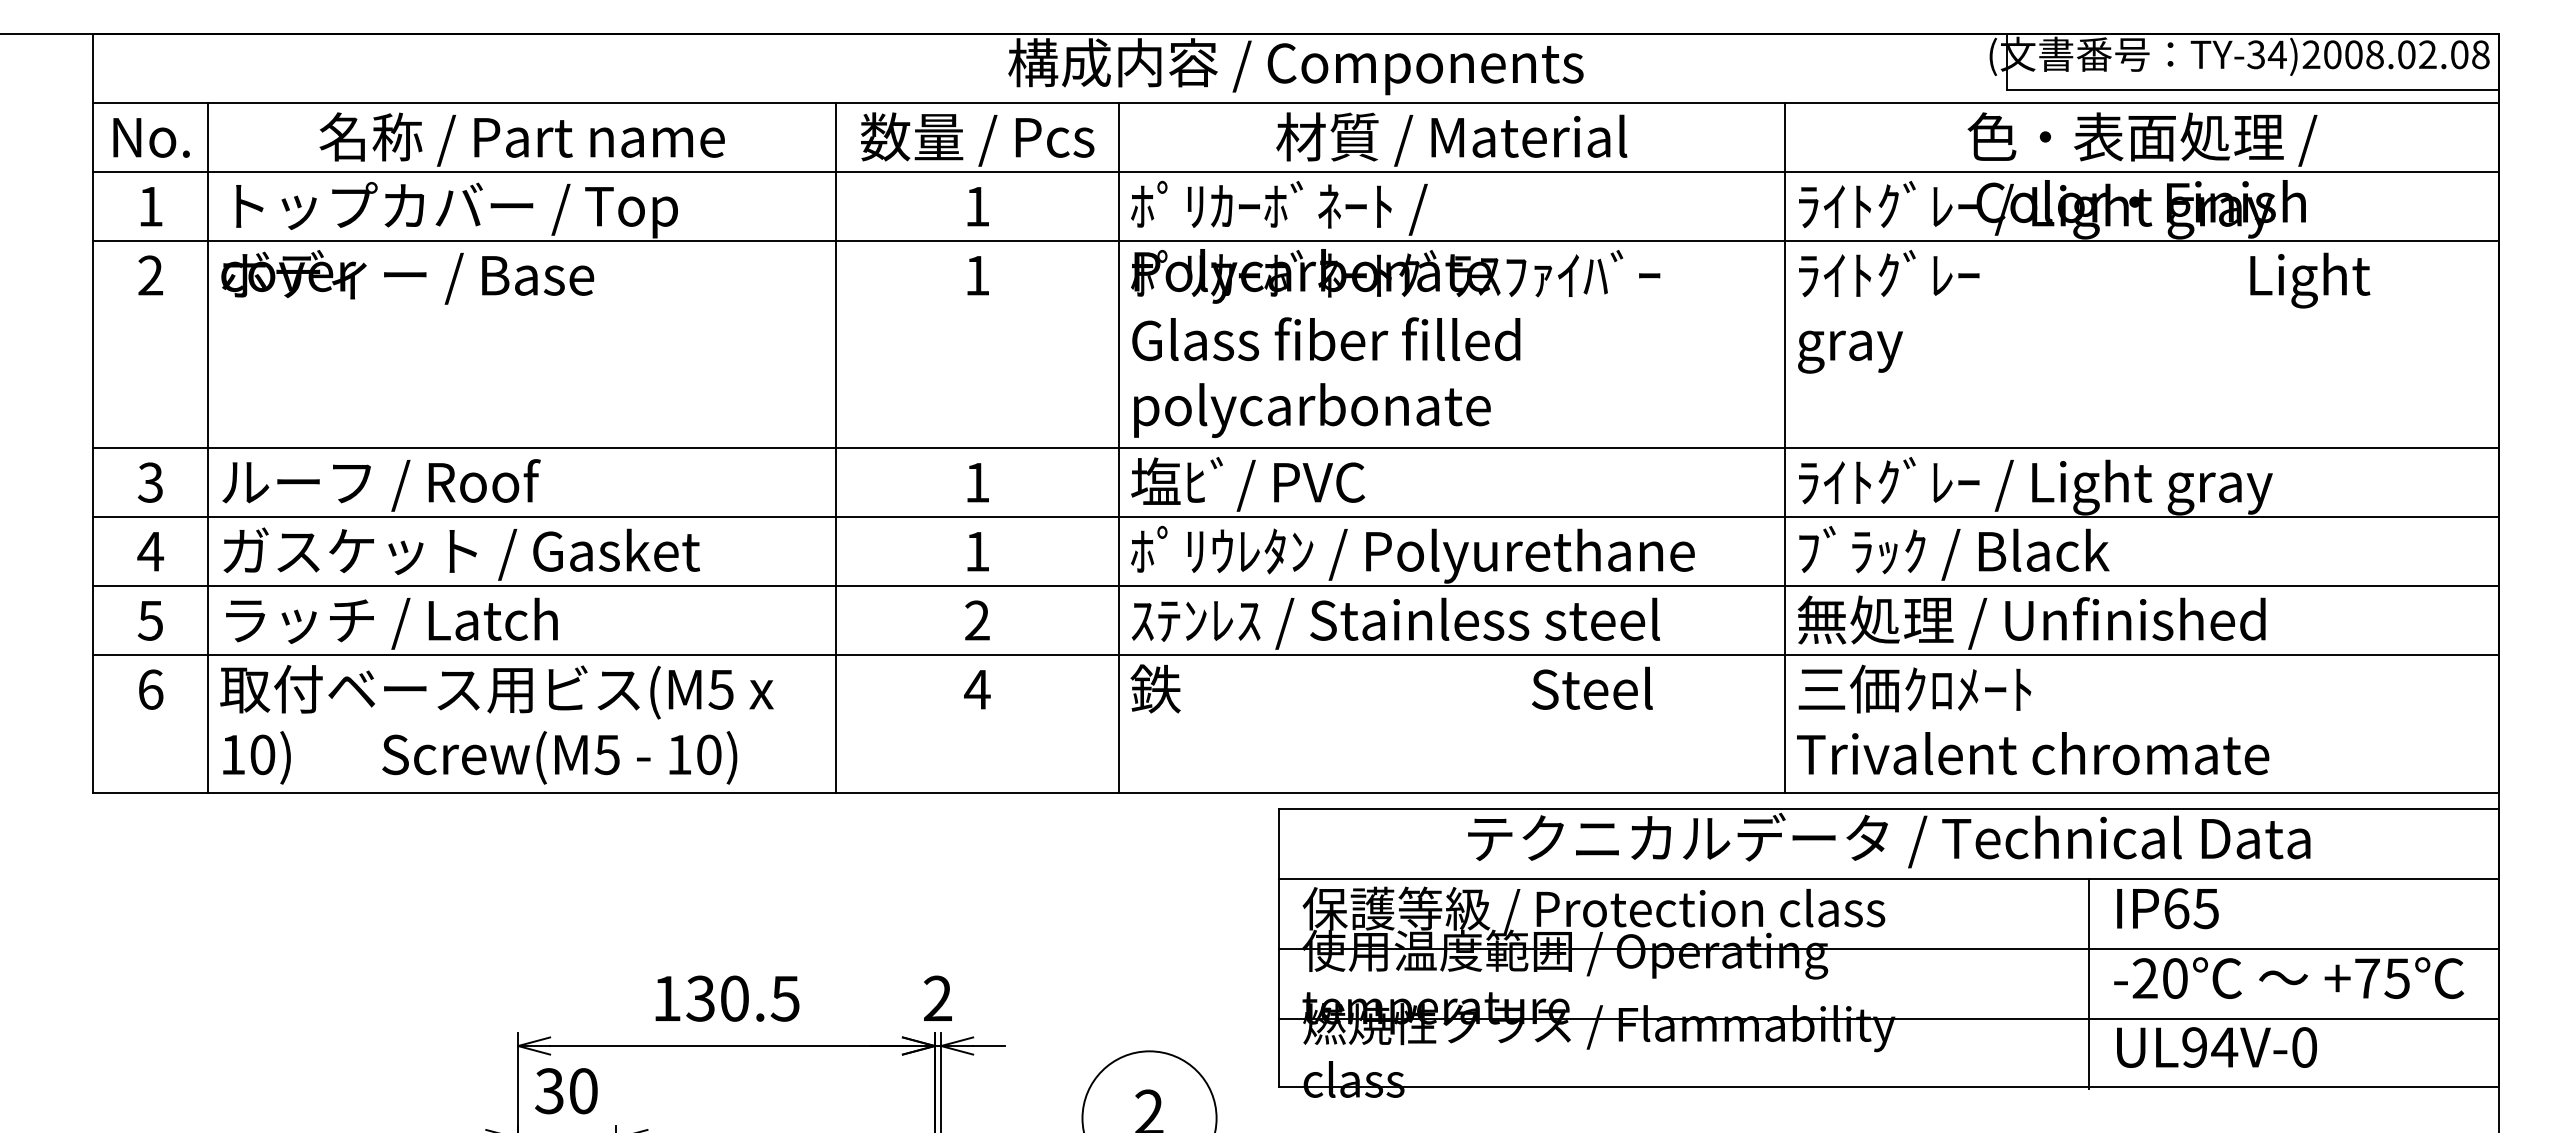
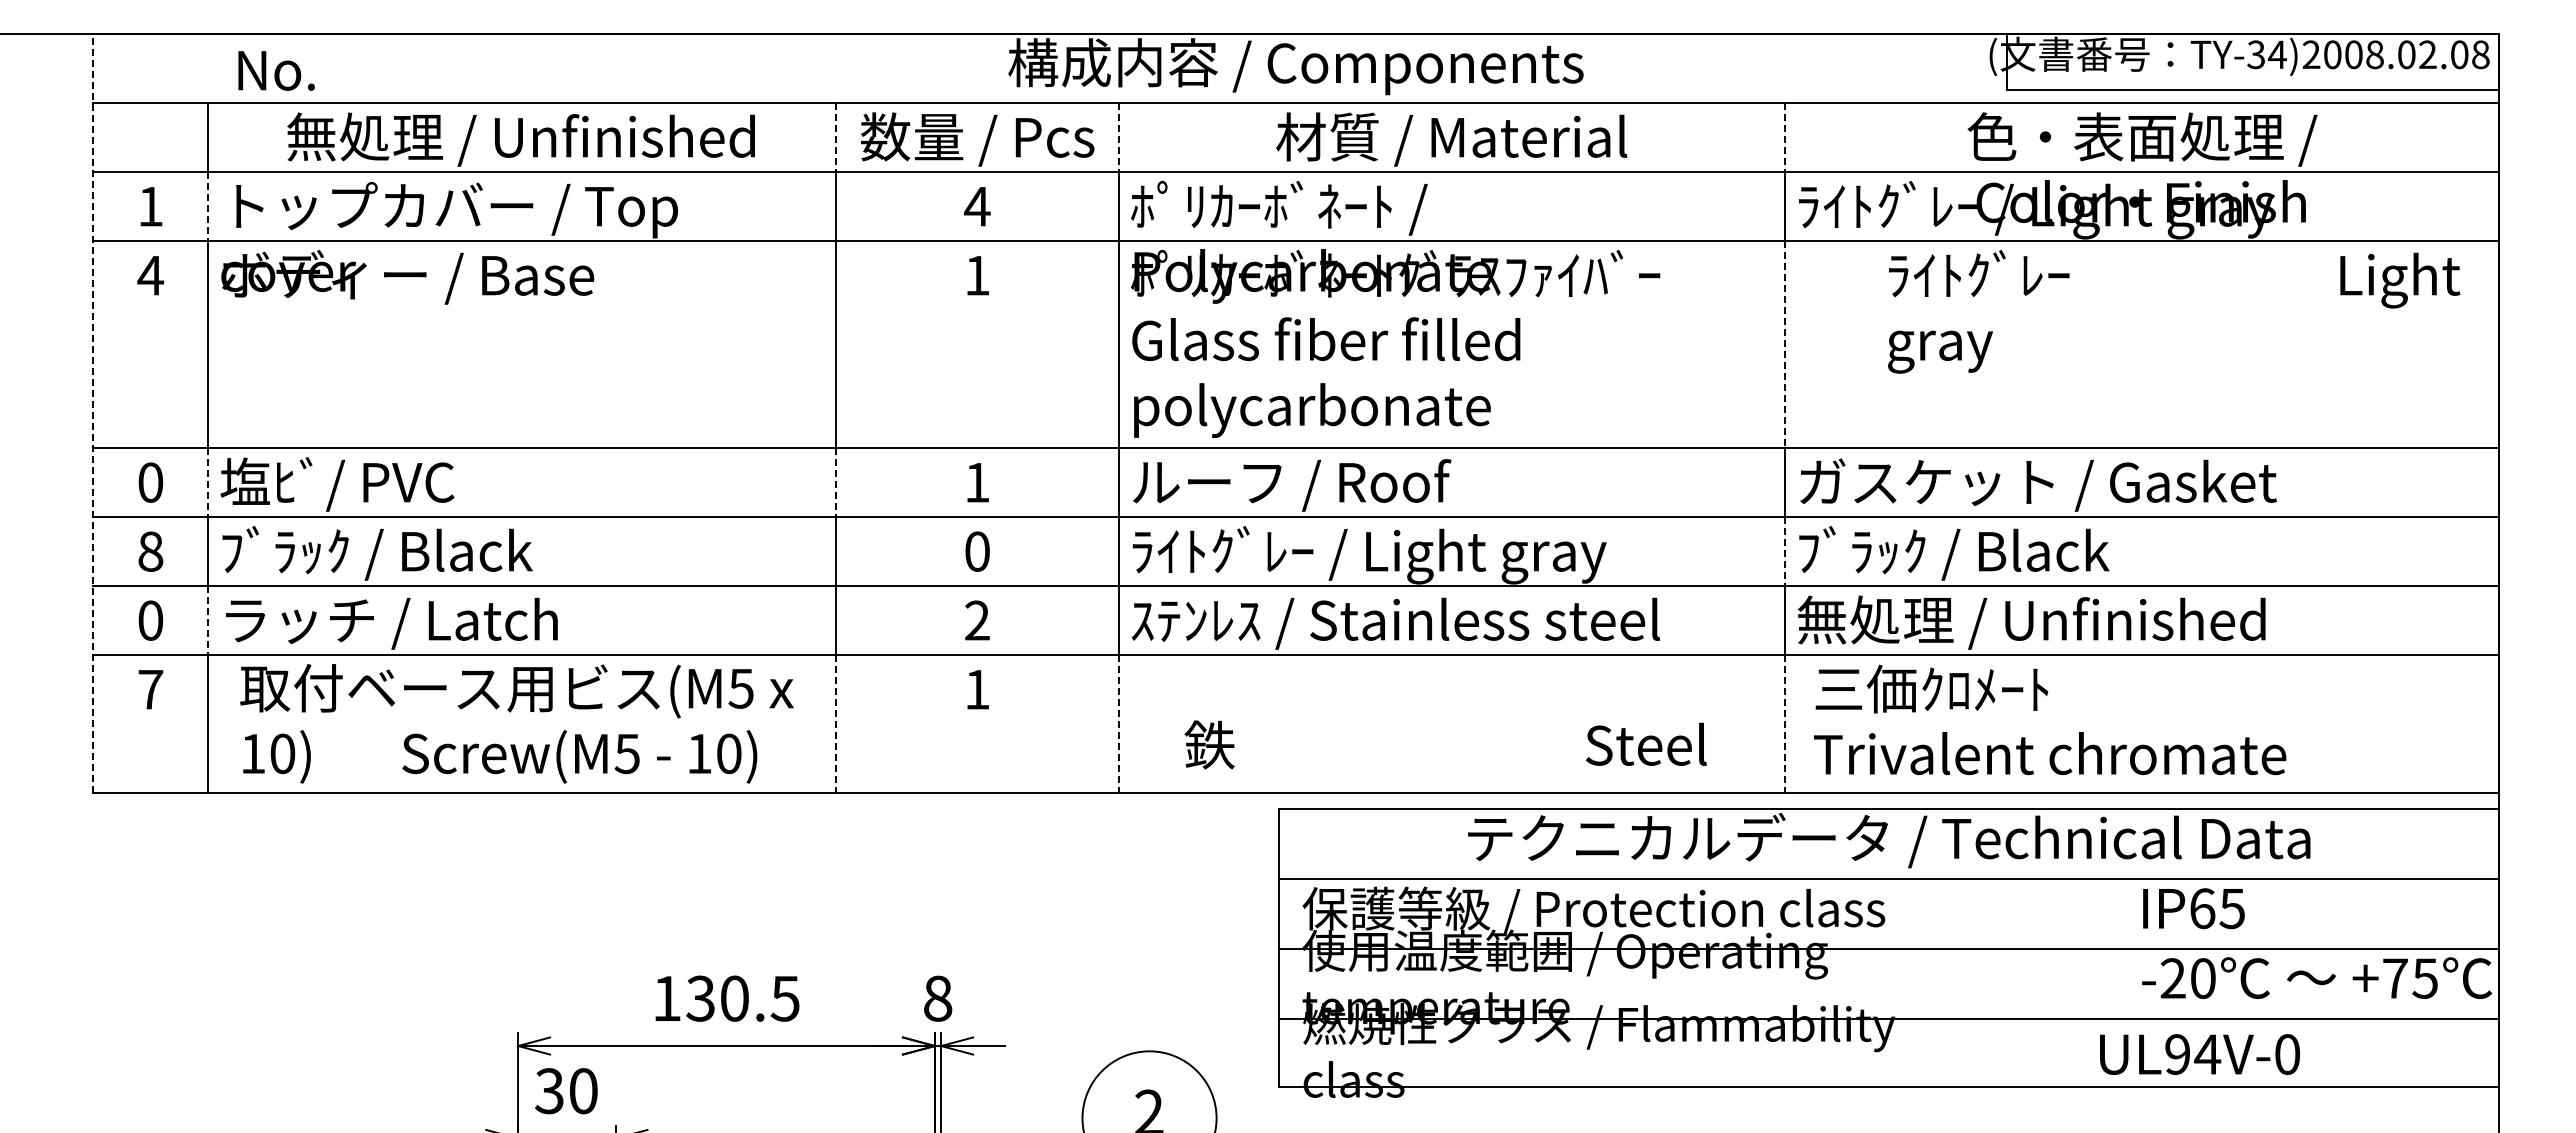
text at (151, 137) position: (151, 137) -> (276, 70)
line at (836, 137): solid -> dashed
line at (1119, 137): solid -> dashed
line at (1785, 137): solid -> dashed
text at (520, 139): 名称 / Part name -> 無処理 / Unfinished
line at (208, 206): solid -> dashed
text at (977, 206): 1 -> 4
text at (150, 275): 2 -> 4
text at (2084, 311) position: (2084, 311) -> (2174, 311)
line at (1785, 344): solid -> dashed
line at (93, 413): solid -> dashed
text at (150, 482): 3 -> 0
line at (208, 482): solid -> dashed
line at (836, 482): solid -> dashed
text at (380, 484): ルーフ / Roof -> 塩ﾋﾞ/ PVC
text at (1291, 484): 塩ﾋﾞ/ PVC -> ルーフ / Roof
text at (2037, 486): ﾗｲﾄｸﾞﾚｰ / Light gray -> ガスケット / Gasket
text at (150, 551): 4 -> 8
text at (977, 551): 1 -> 0
line at (1785, 551): solid -> dashed
text at (461, 553): ガスケット / Gasket -> ﾌﾞﾗｯｸ / Black
text at (1412, 554): ﾎﾟﾘｳﾚﾀﾝ / Polyurethane -> ﾗｲﾄｸﾞﾚｰ / Light gray
text at (150, 620): 5 -> 0
line at (208, 620): solid -> dashed
text at (1391, 688) position: (1391, 688) -> (1445, 744)
text at (150, 689): 6 -> 7
text at (977, 689): 4 -> 1
text at (2033, 719) position: (2033, 719) -> (2050, 719)
text at (496, 724) position: (496, 724) -> (516, 723)
line at (836, 724): solid -> dashed
line at (1119, 724): solid -> dashed
line at (1785, 724): solid -> dashed
text at (2167, 908) position: (2167, 908) -> (2193, 908)
text at (2289, 977) position: (2289, 977) -> (2317, 977)
line at (2089, 983): present -> none
text at (938, 998): 2 -> 8
text at (2216, 1047) position: (2216, 1047) -> (2199, 1054)
